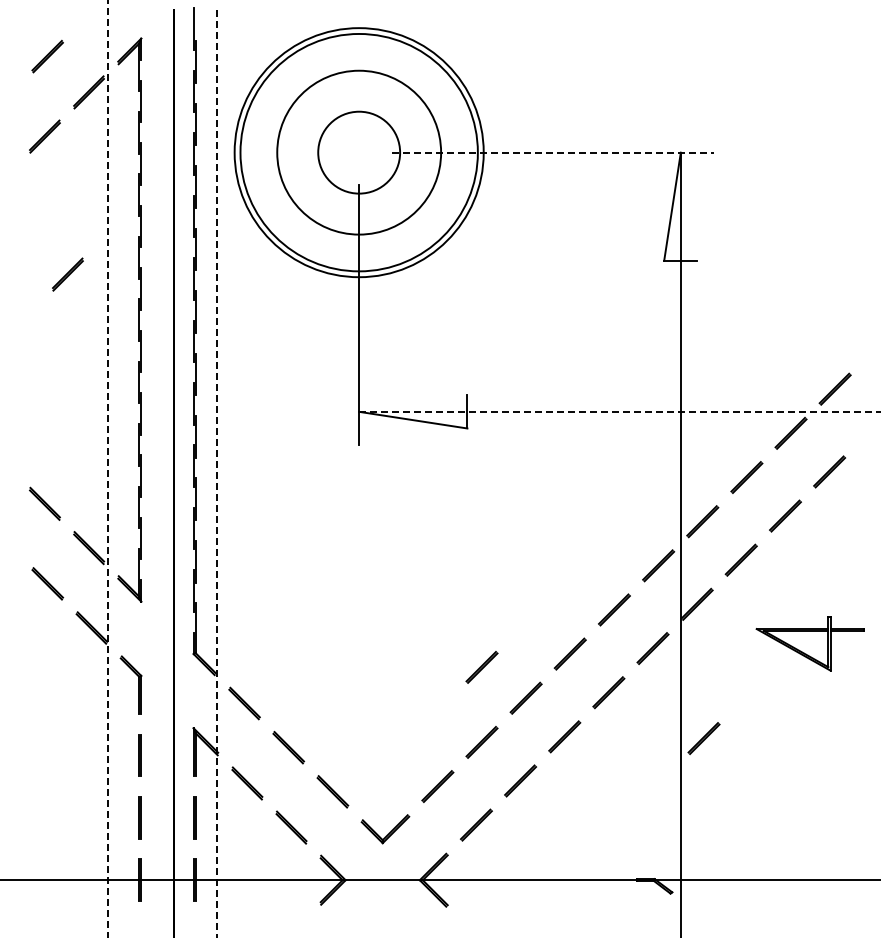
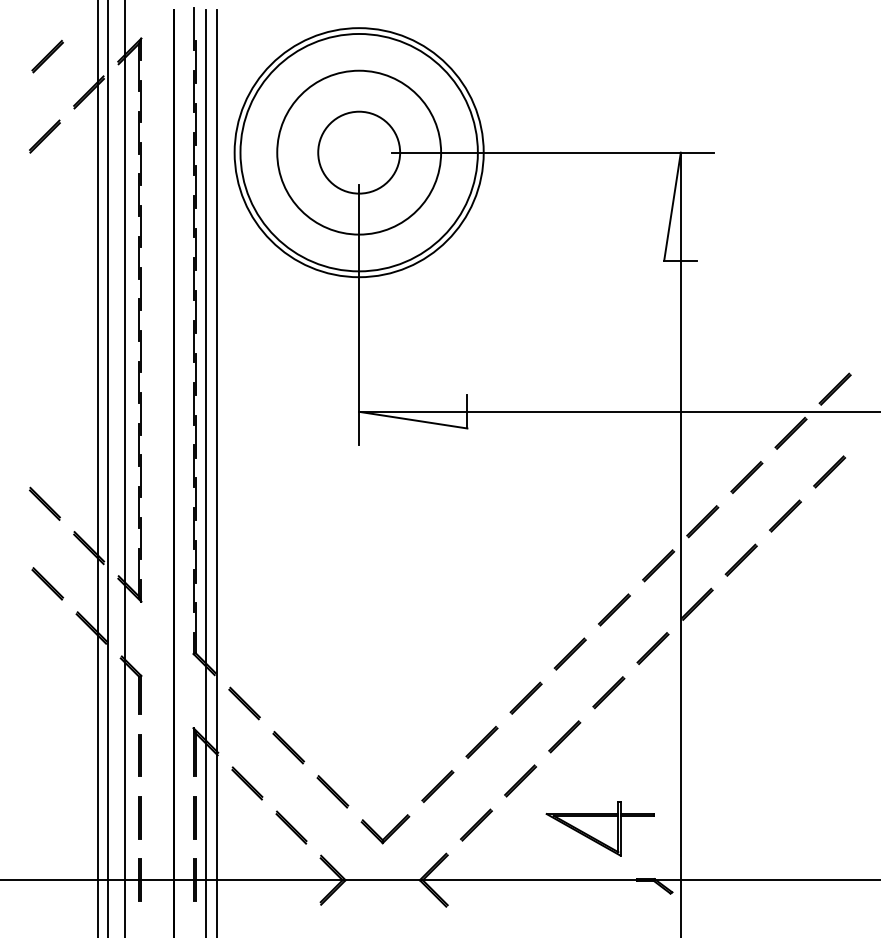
line at (552, 152): dashed -> solid
line at (67, 274): present -> none
line at (620, 411): dashed -> solid
line at (98, 468): none -> present
line at (108, 468): dashed -> solid
line at (124, 468): none -> present
line at (206, 472): none -> present
line at (217, 473): dashed -> solid
part at (809, 643) position: (809, 643) -> (599, 828)
line at (481, 667): present -> none
line at (703, 738): present -> none
